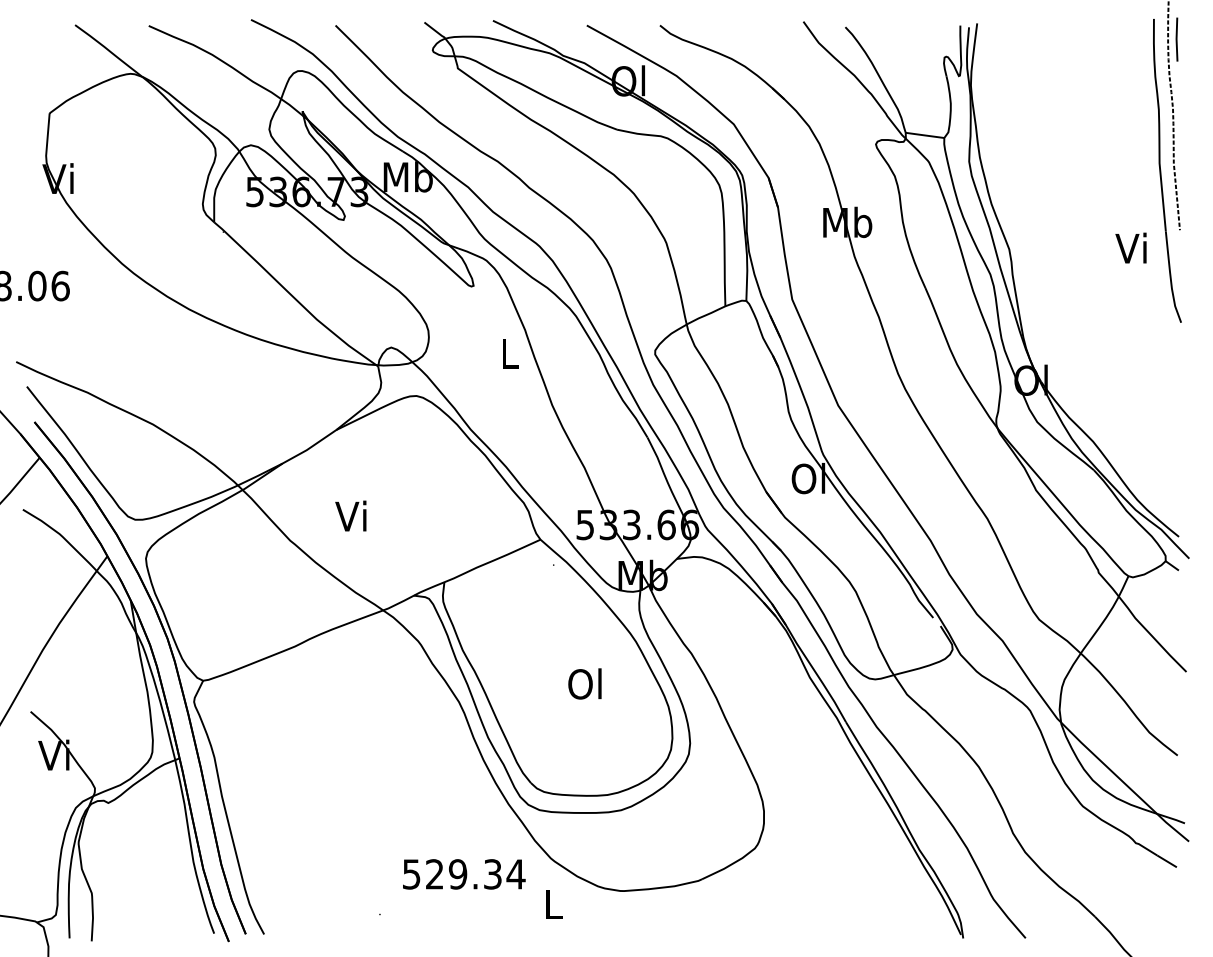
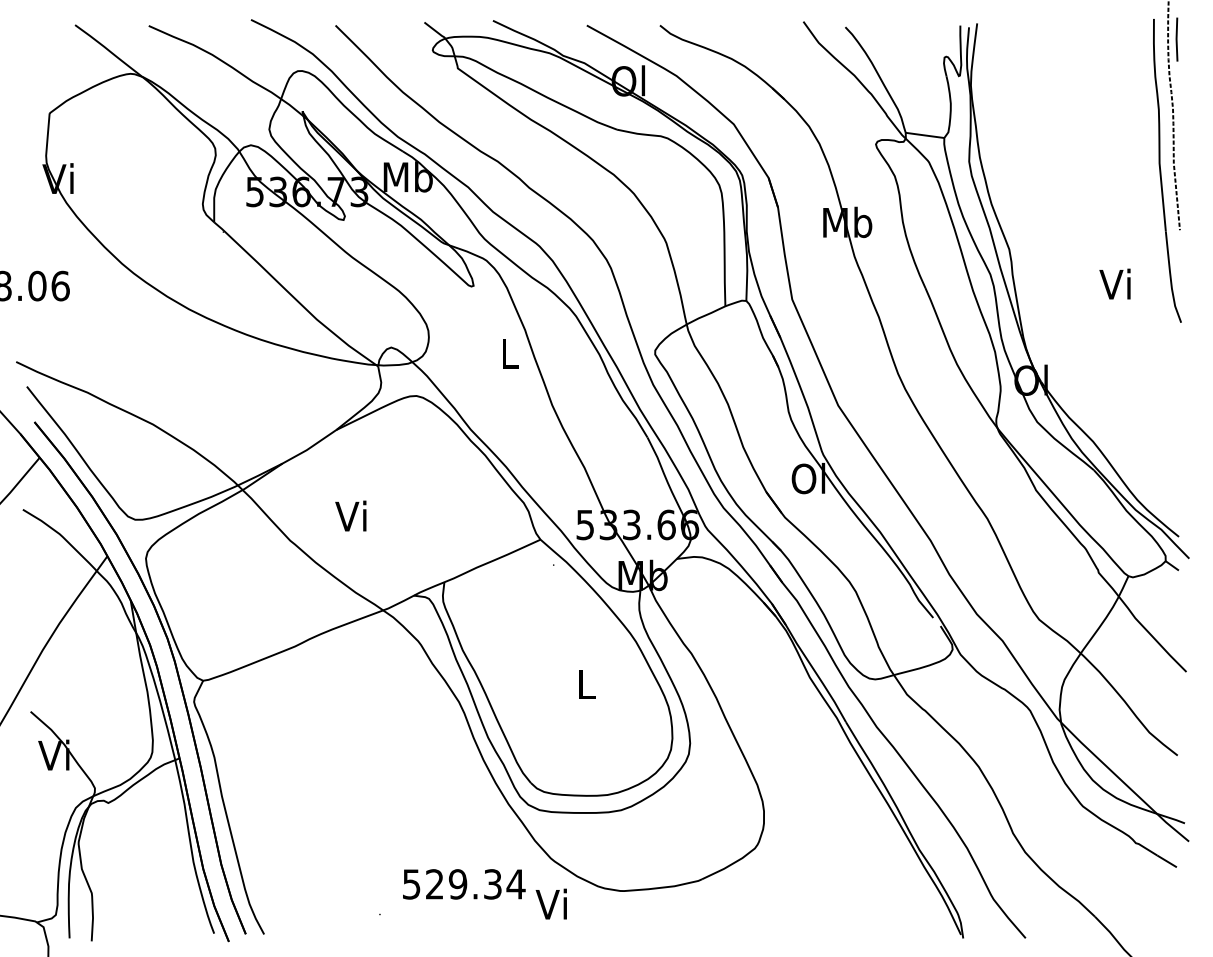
text at (1130, 247) position: (1130, 247) -> (1114, 283)
text at (584, 683): Ol -> L
text at (464, 874) position: (464, 874) -> (464, 884)
text at (550, 903): L -> Vi
